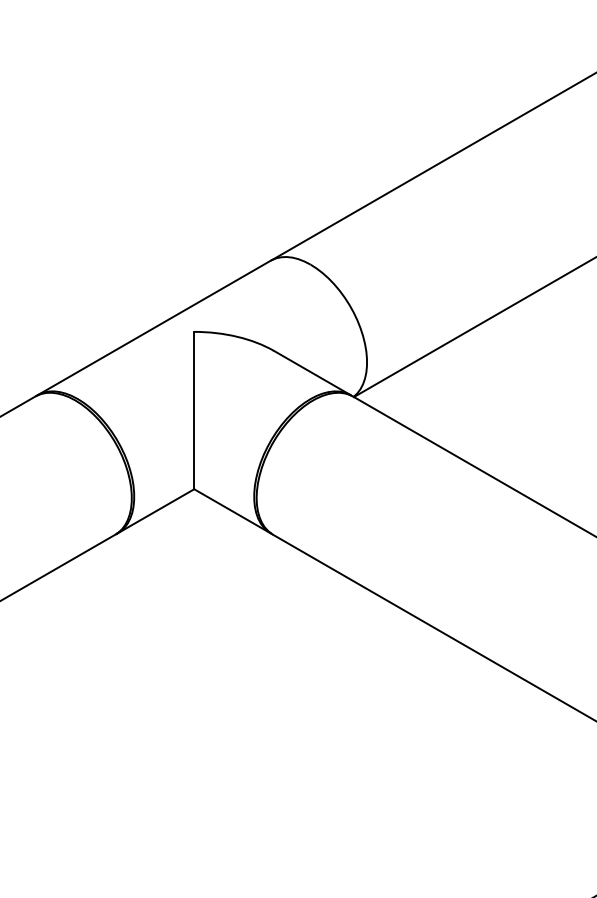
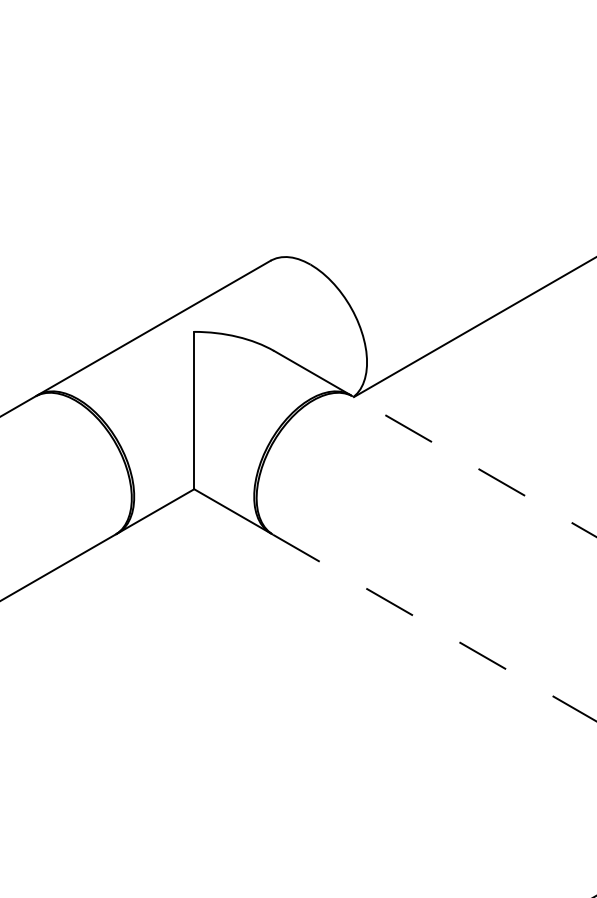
line at (432, 166): present -> none
line at (474, 466): solid -> dashed
line at (434, 628): solid -> dashed
